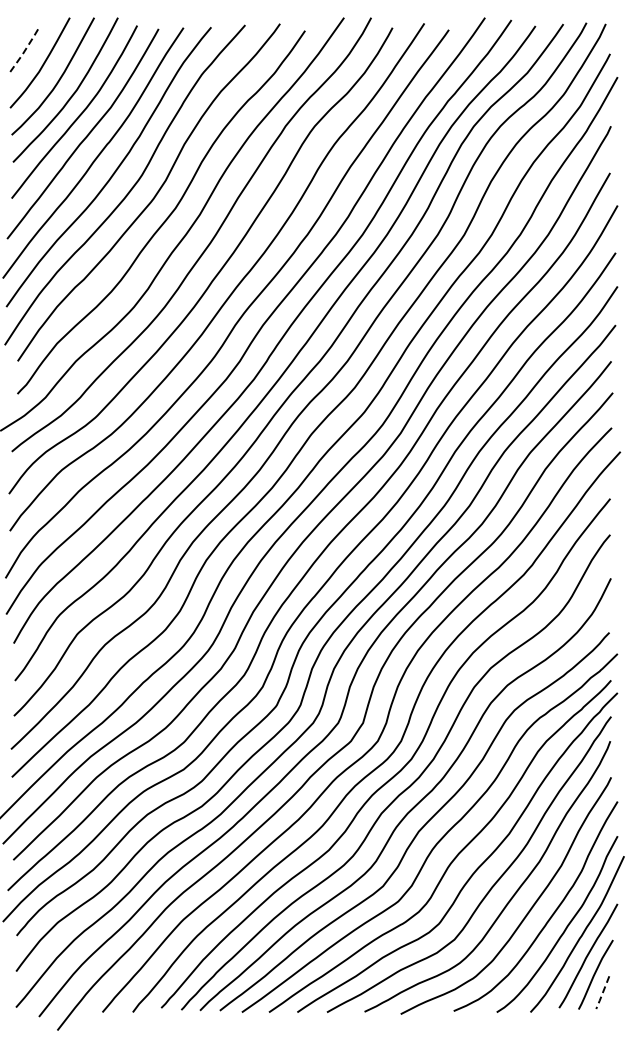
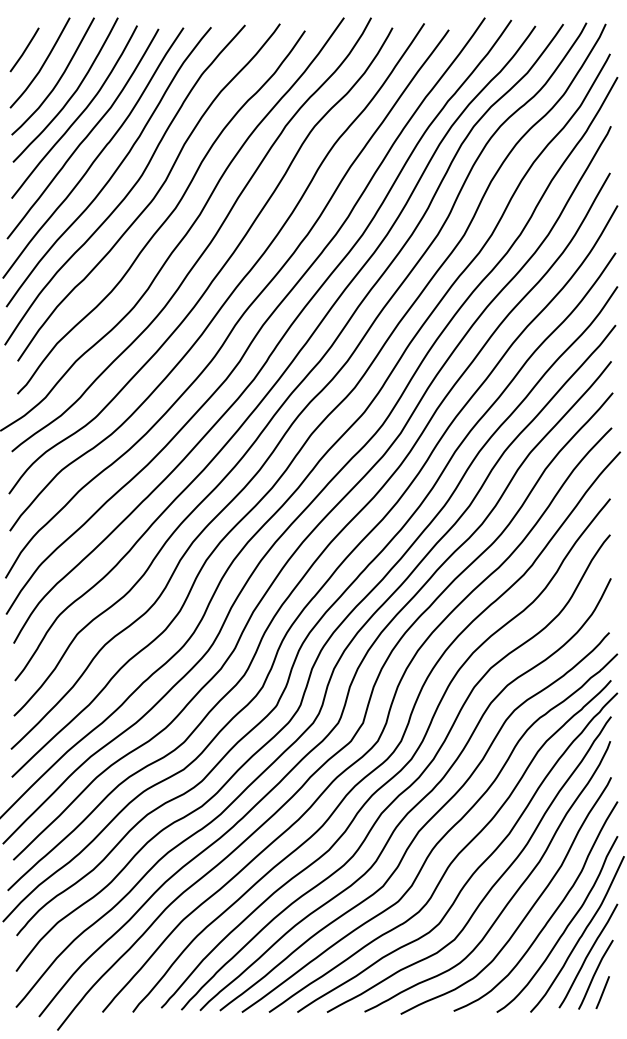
line at (25, 50): dashed -> solid
line at (602, 993): dashed -> solid
